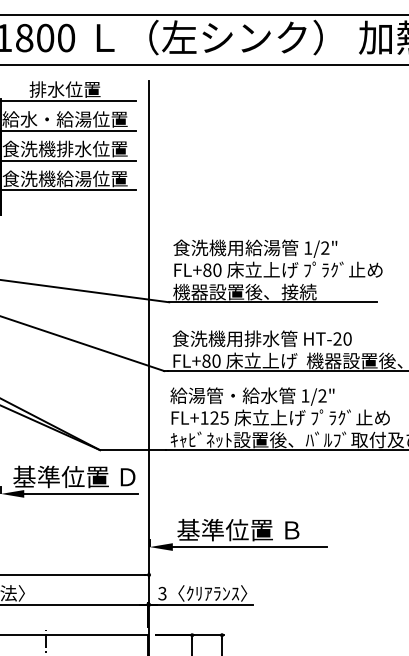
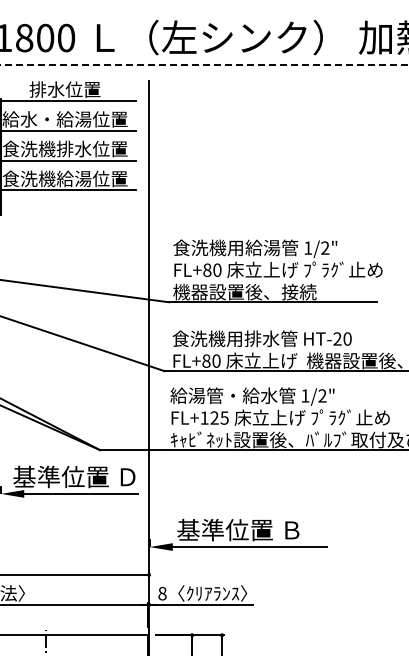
line at (203, 15): present -> none
line at (204, 65): solid -> dashed
text at (162, 593): 3 -> 8
